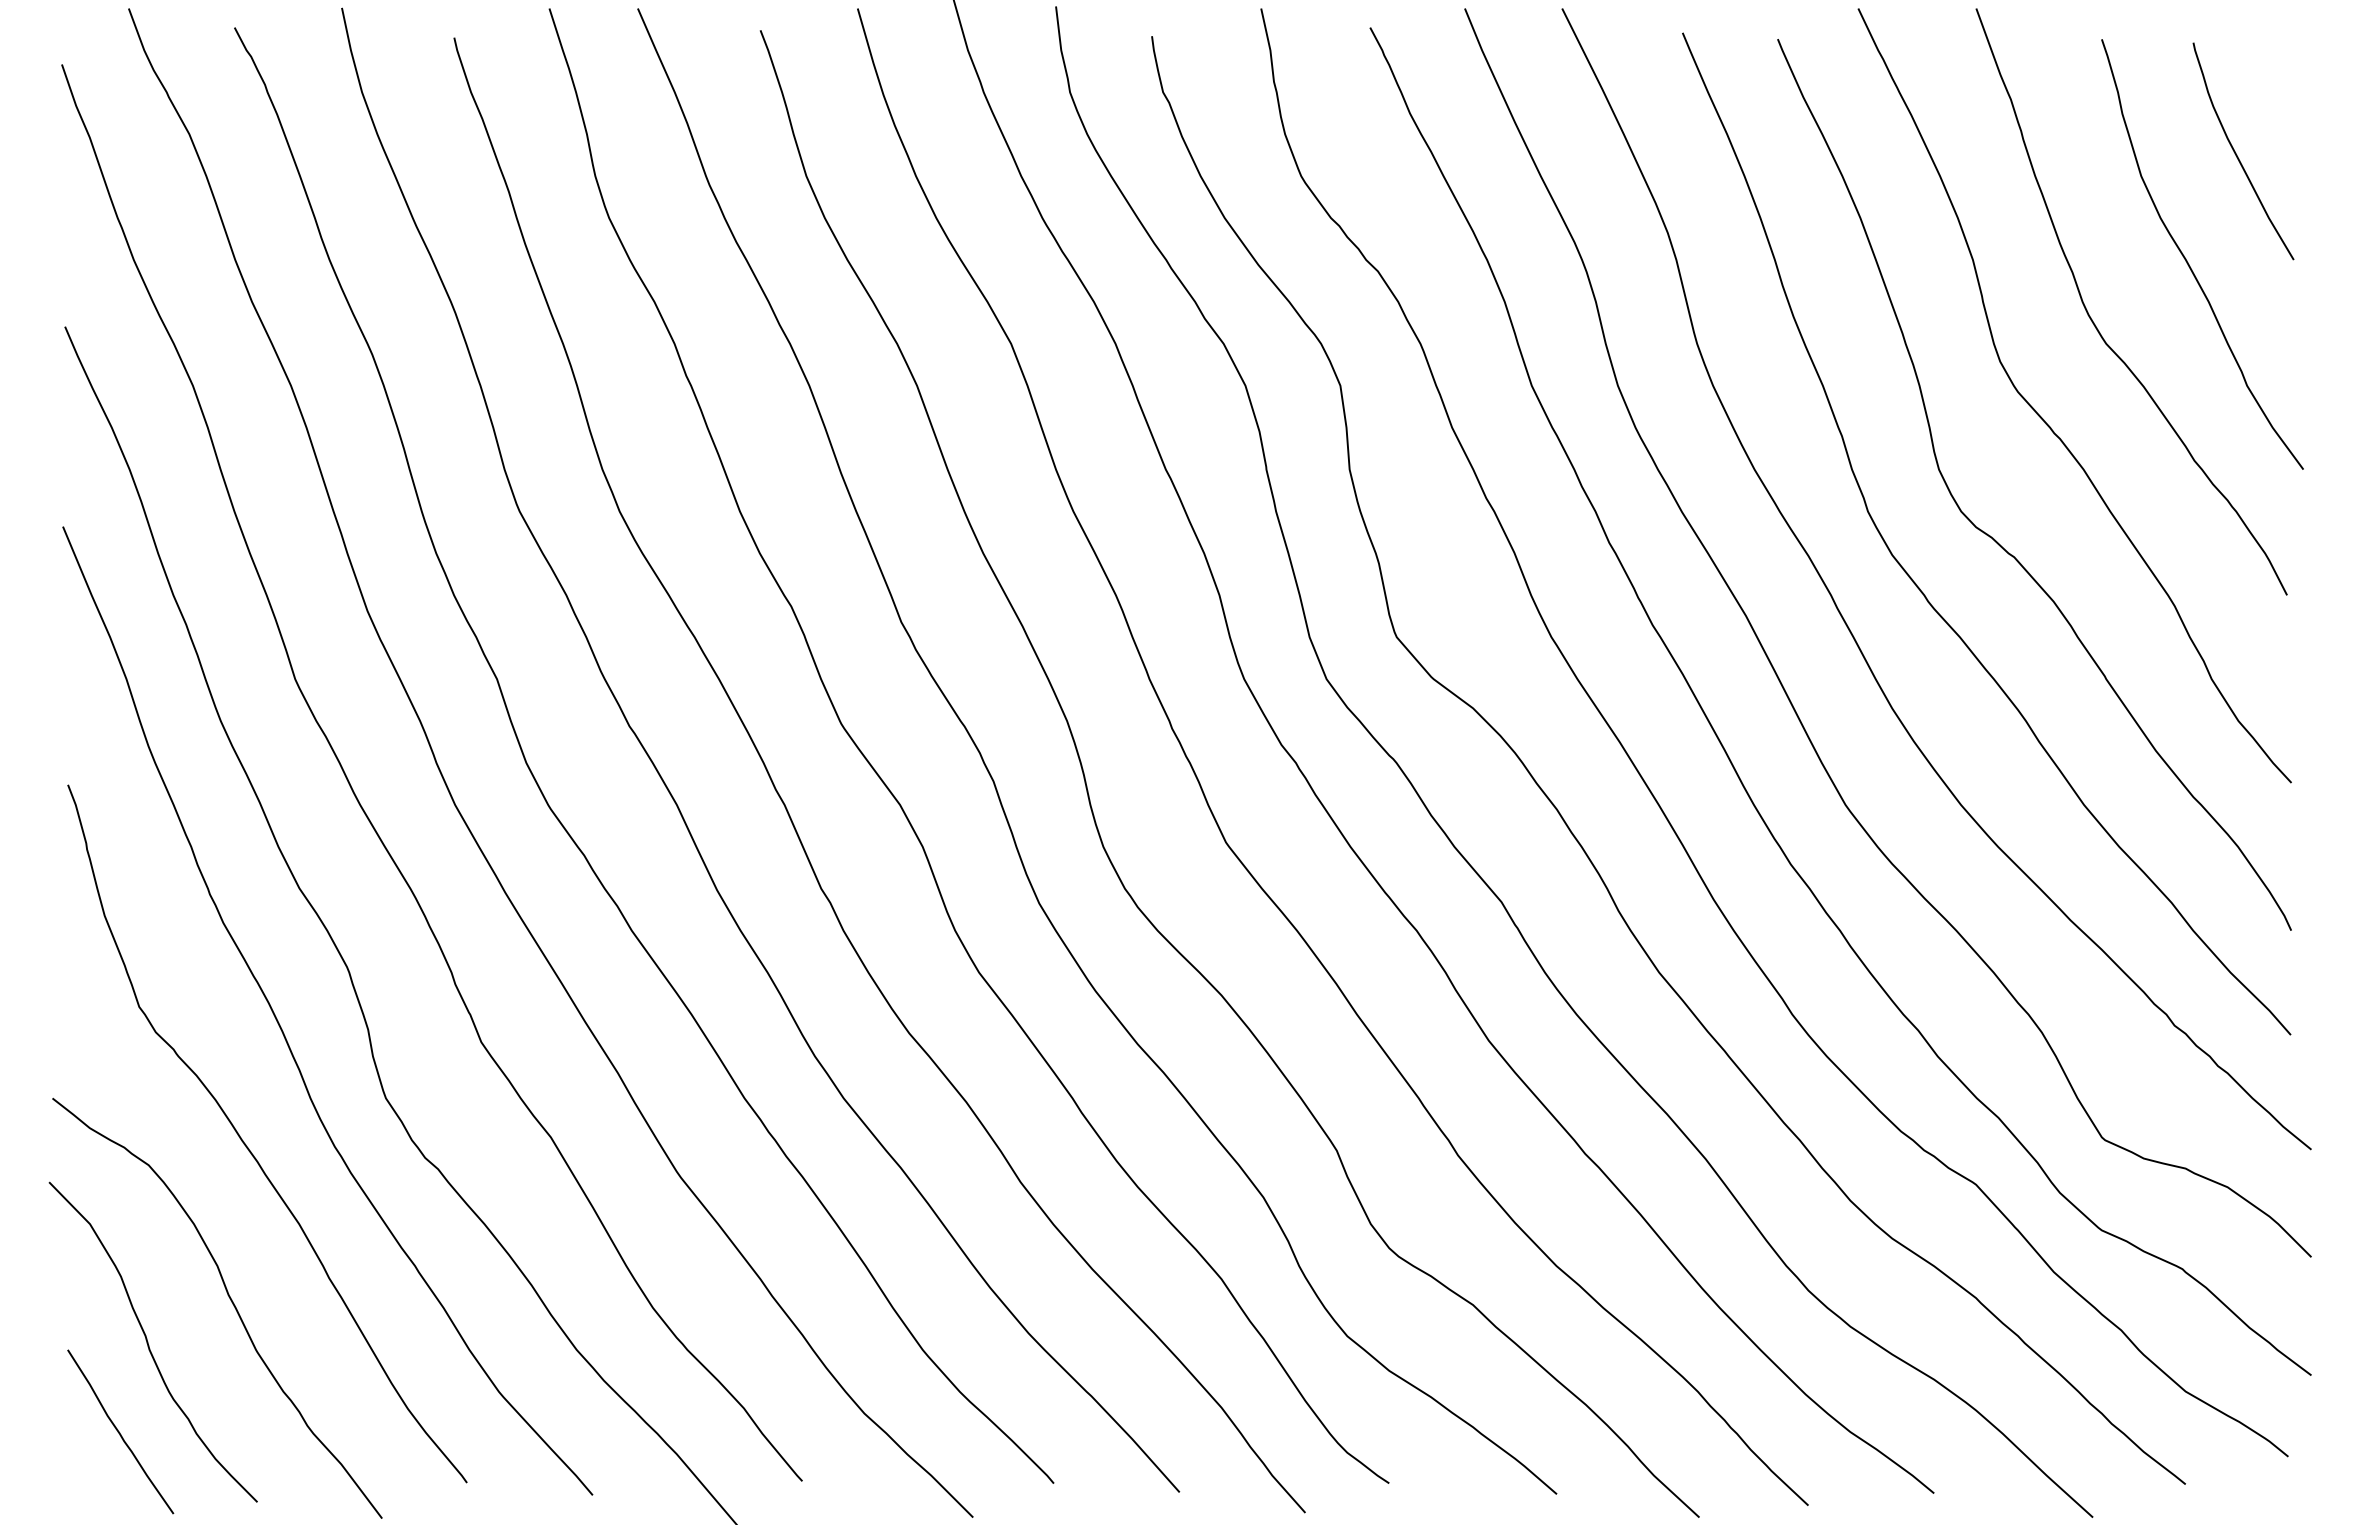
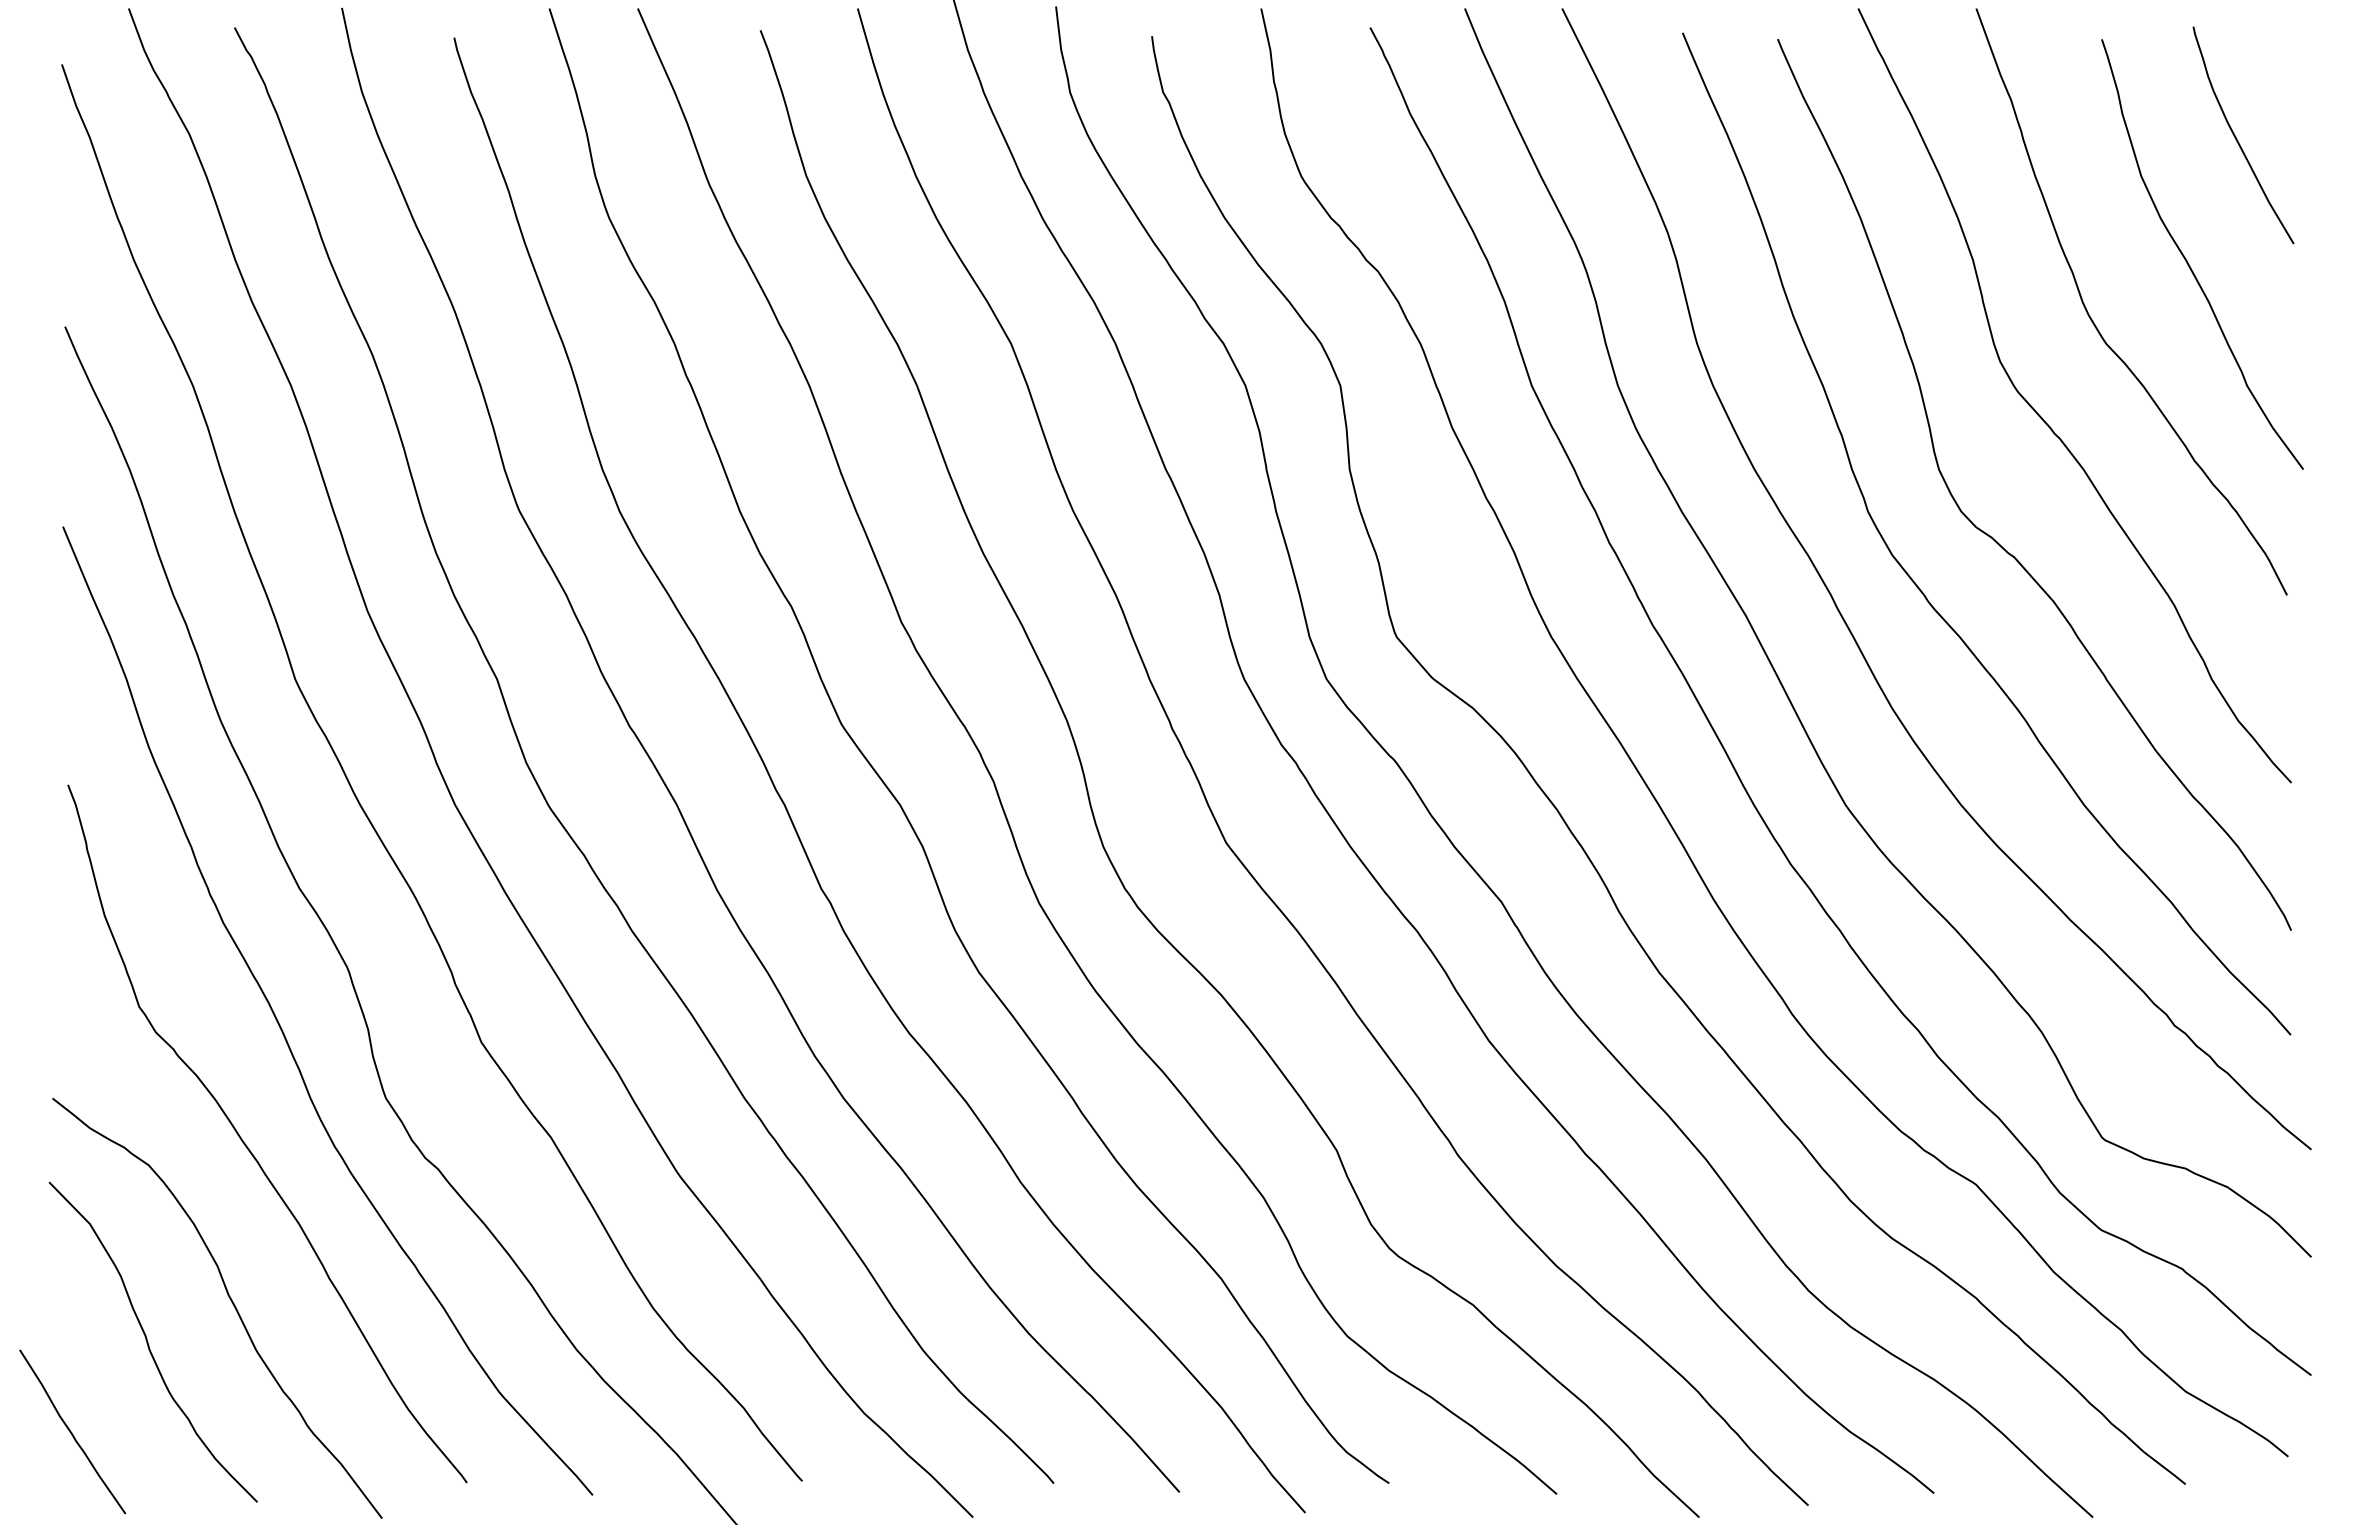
curve at (2238, 156) position: (2238, 156) -> (2238, 140)
curve at (119, 1431) position: (119, 1431) -> (71, 1431)
